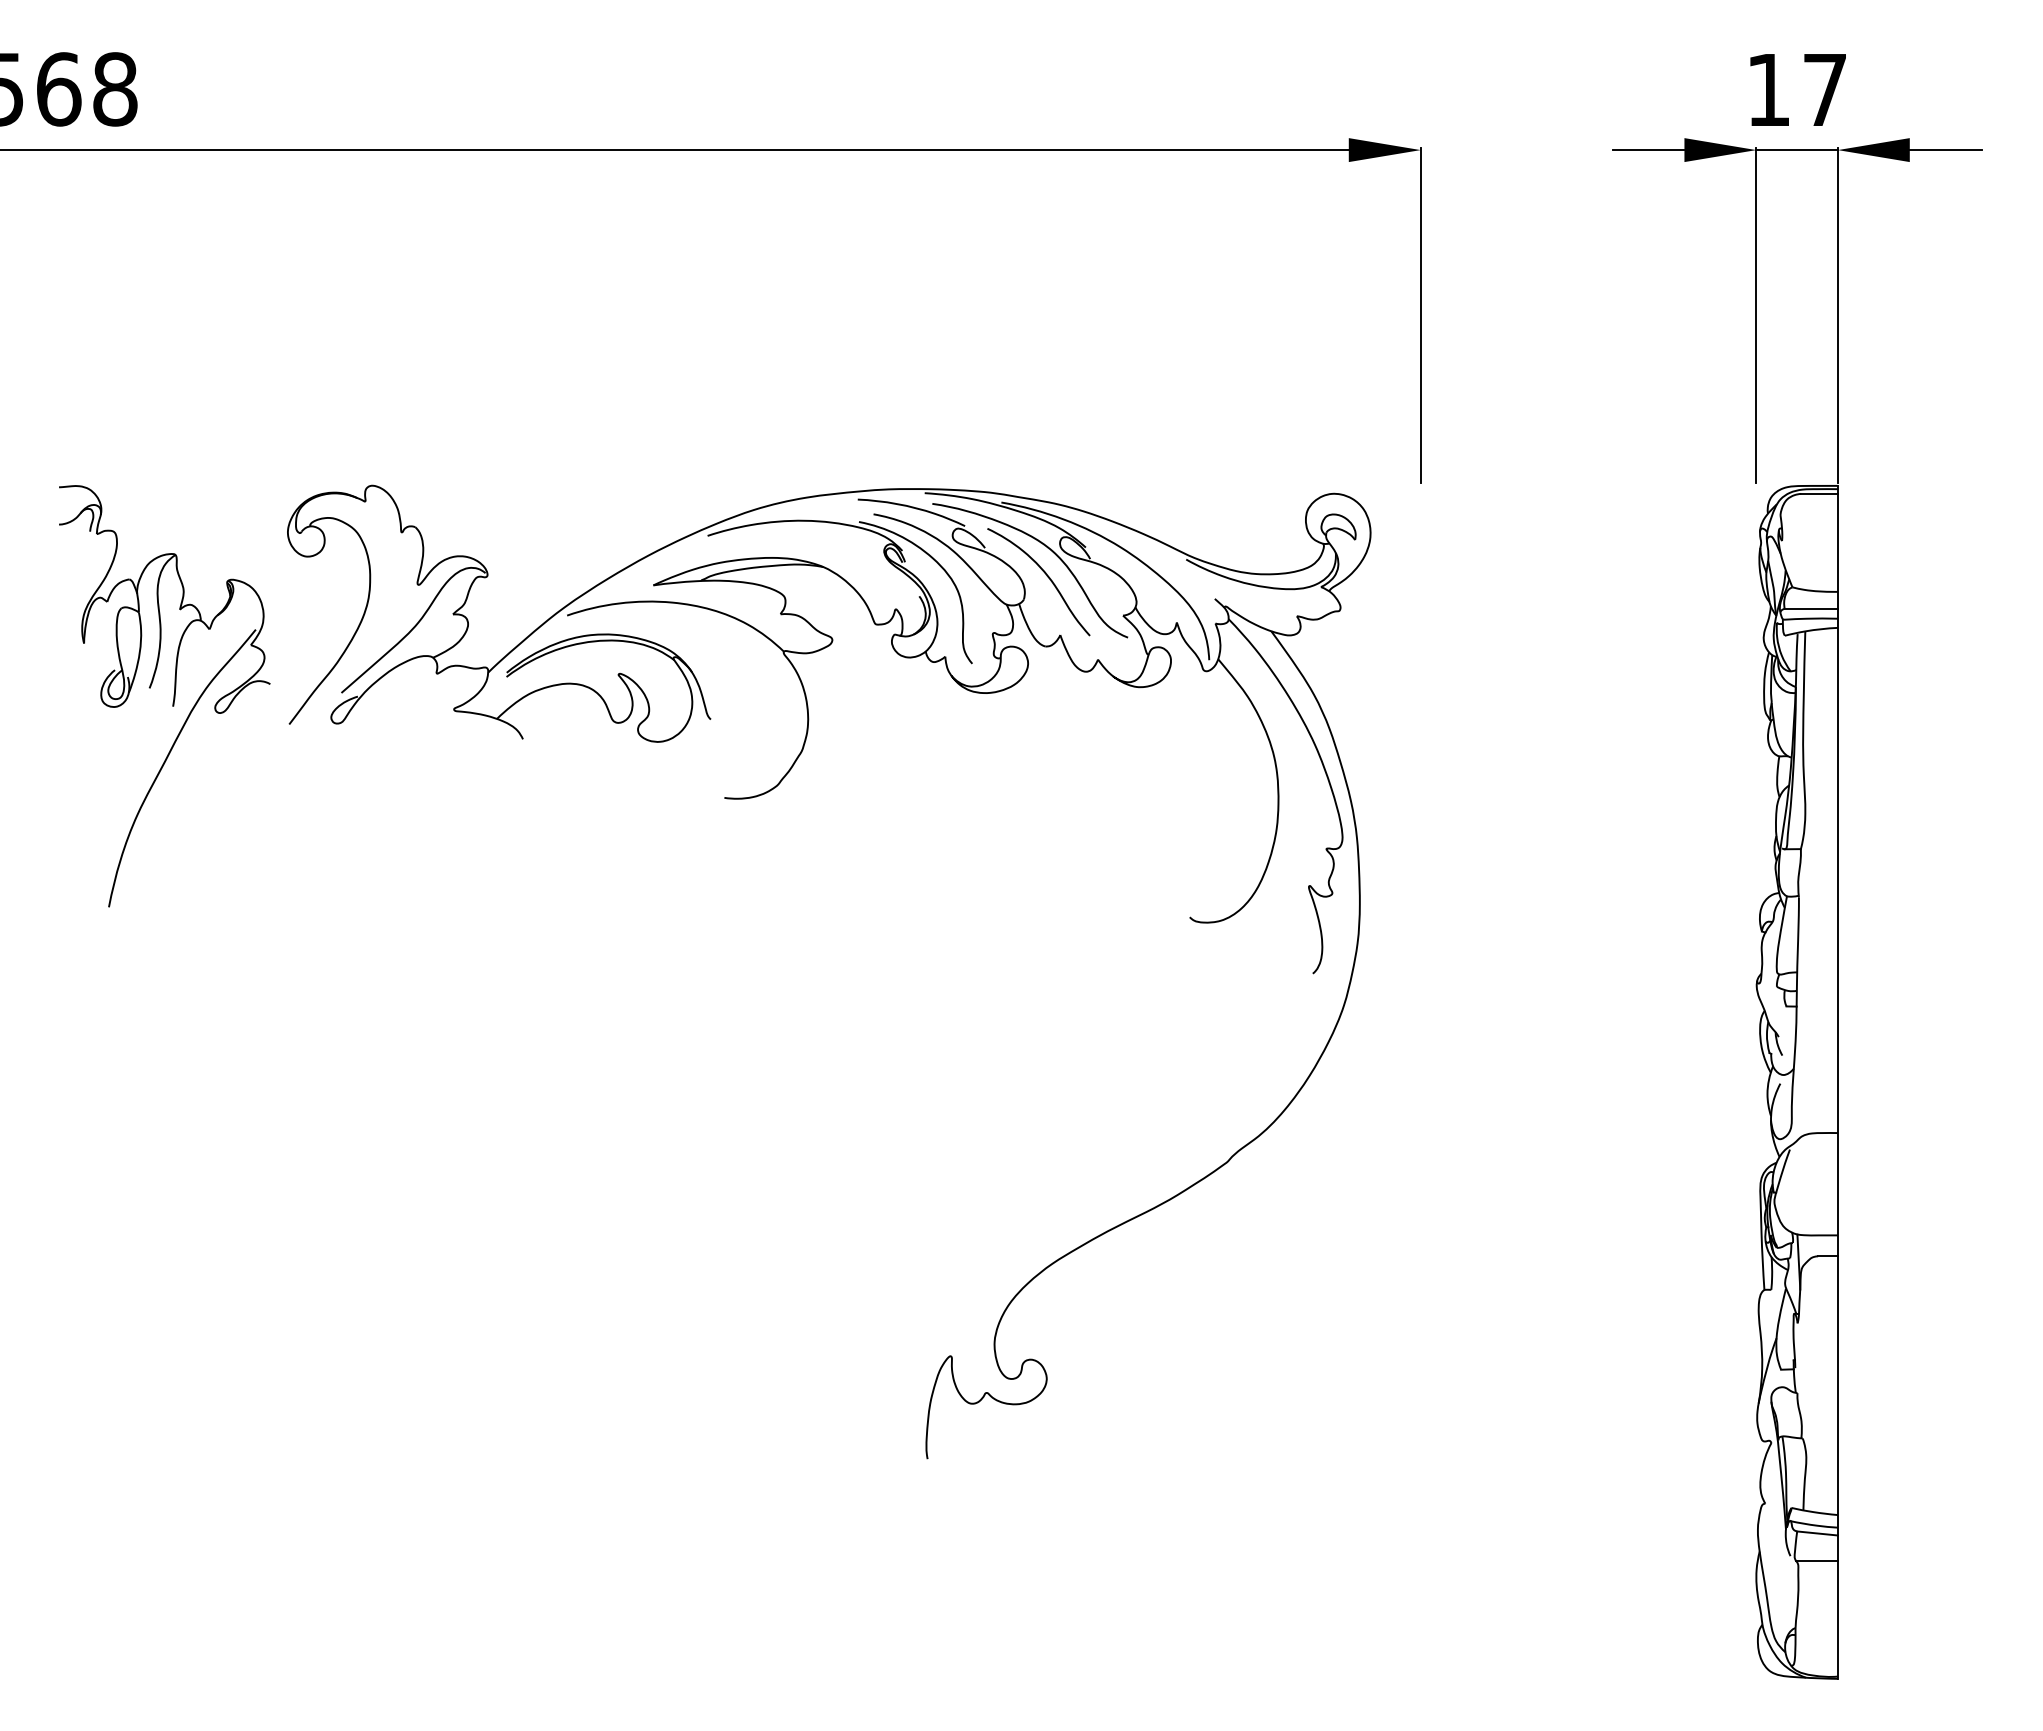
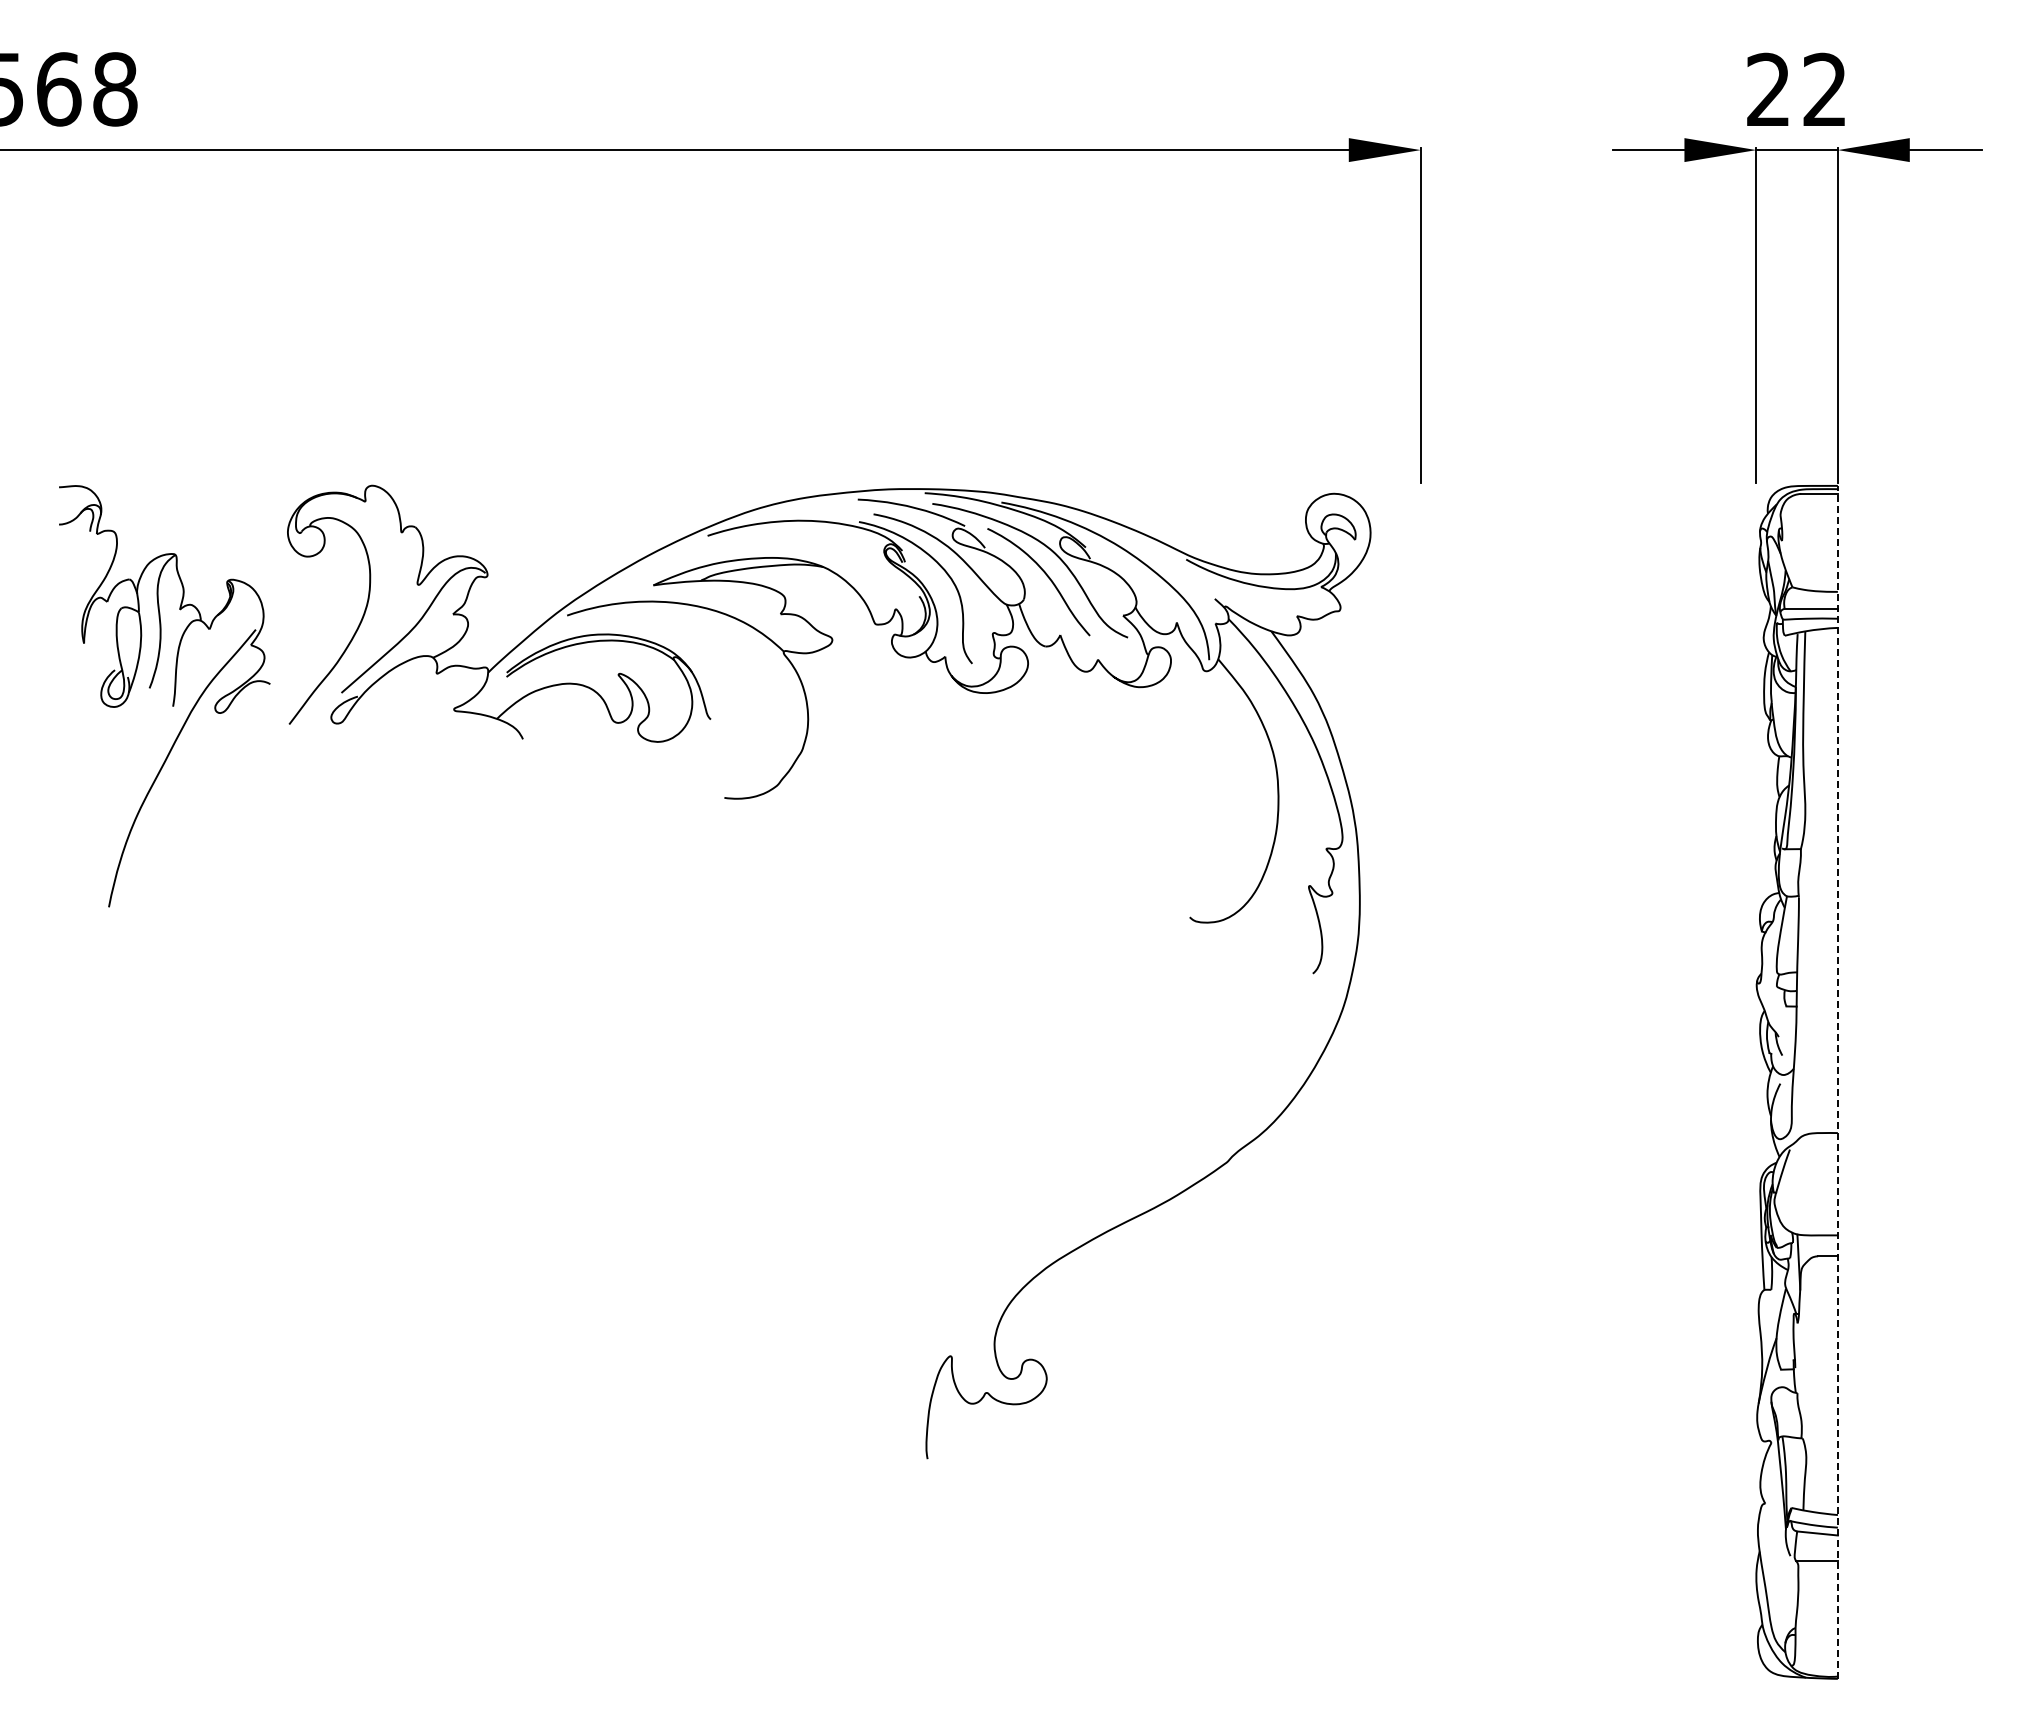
text at (1796, 88): 17 -> 22
line at (1837, 1081): solid -> dashed
